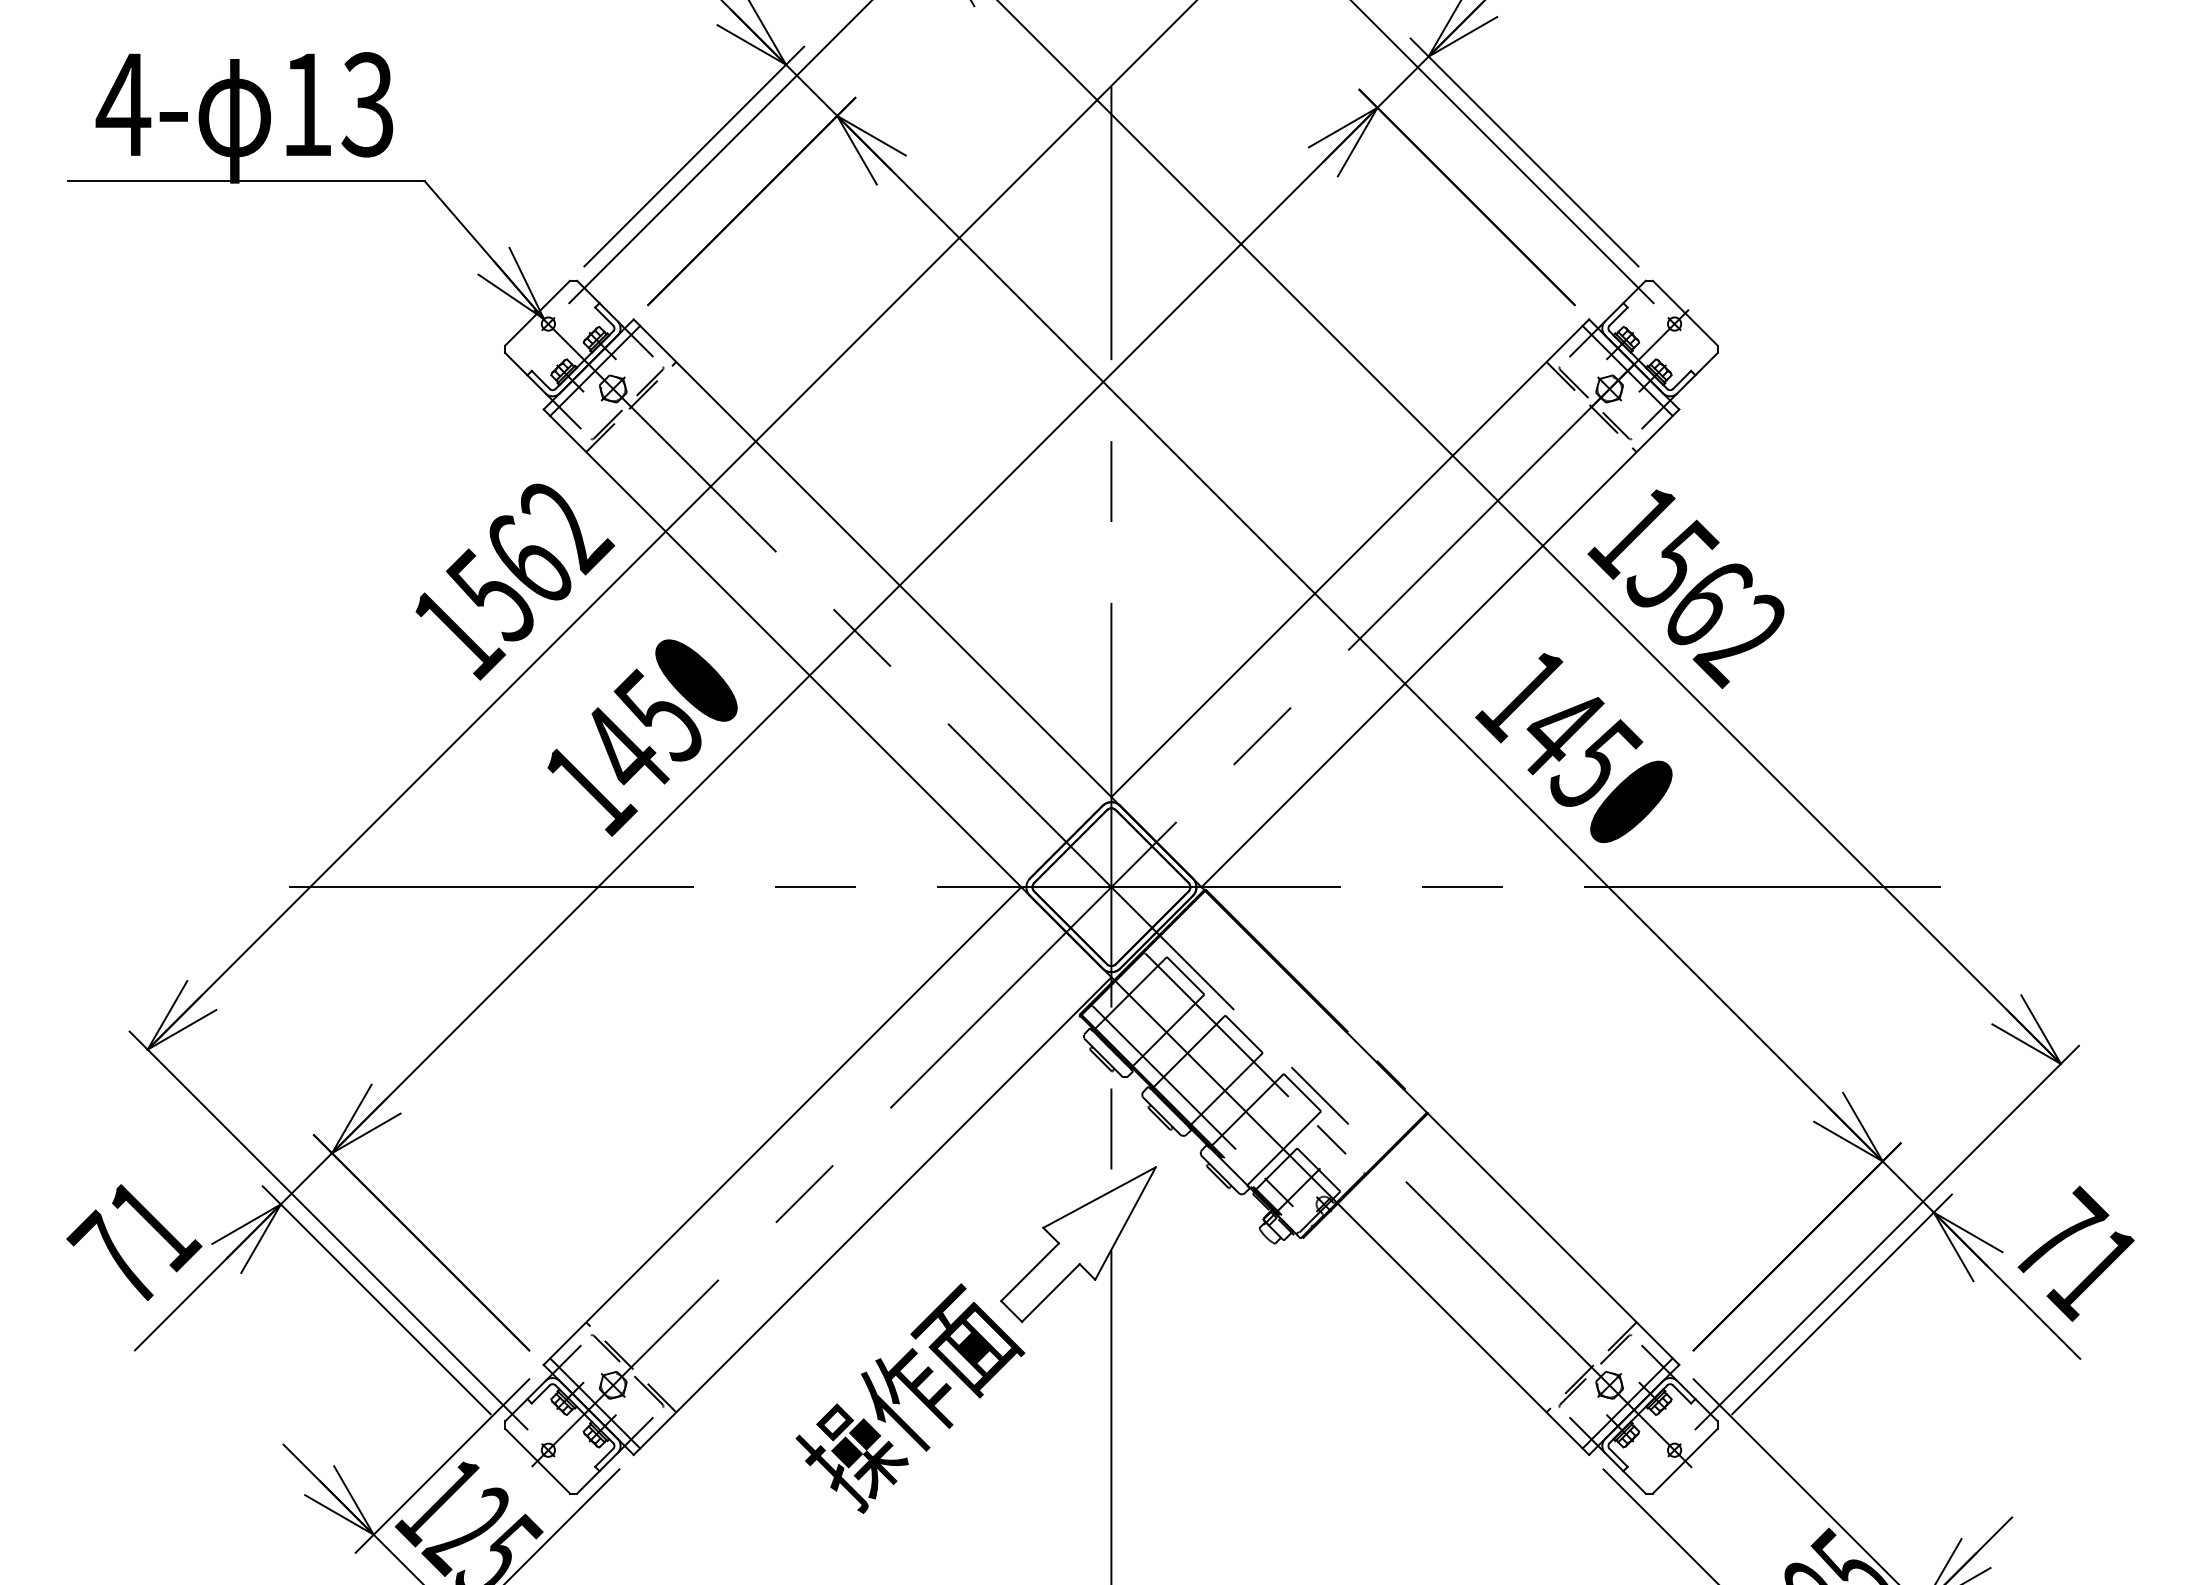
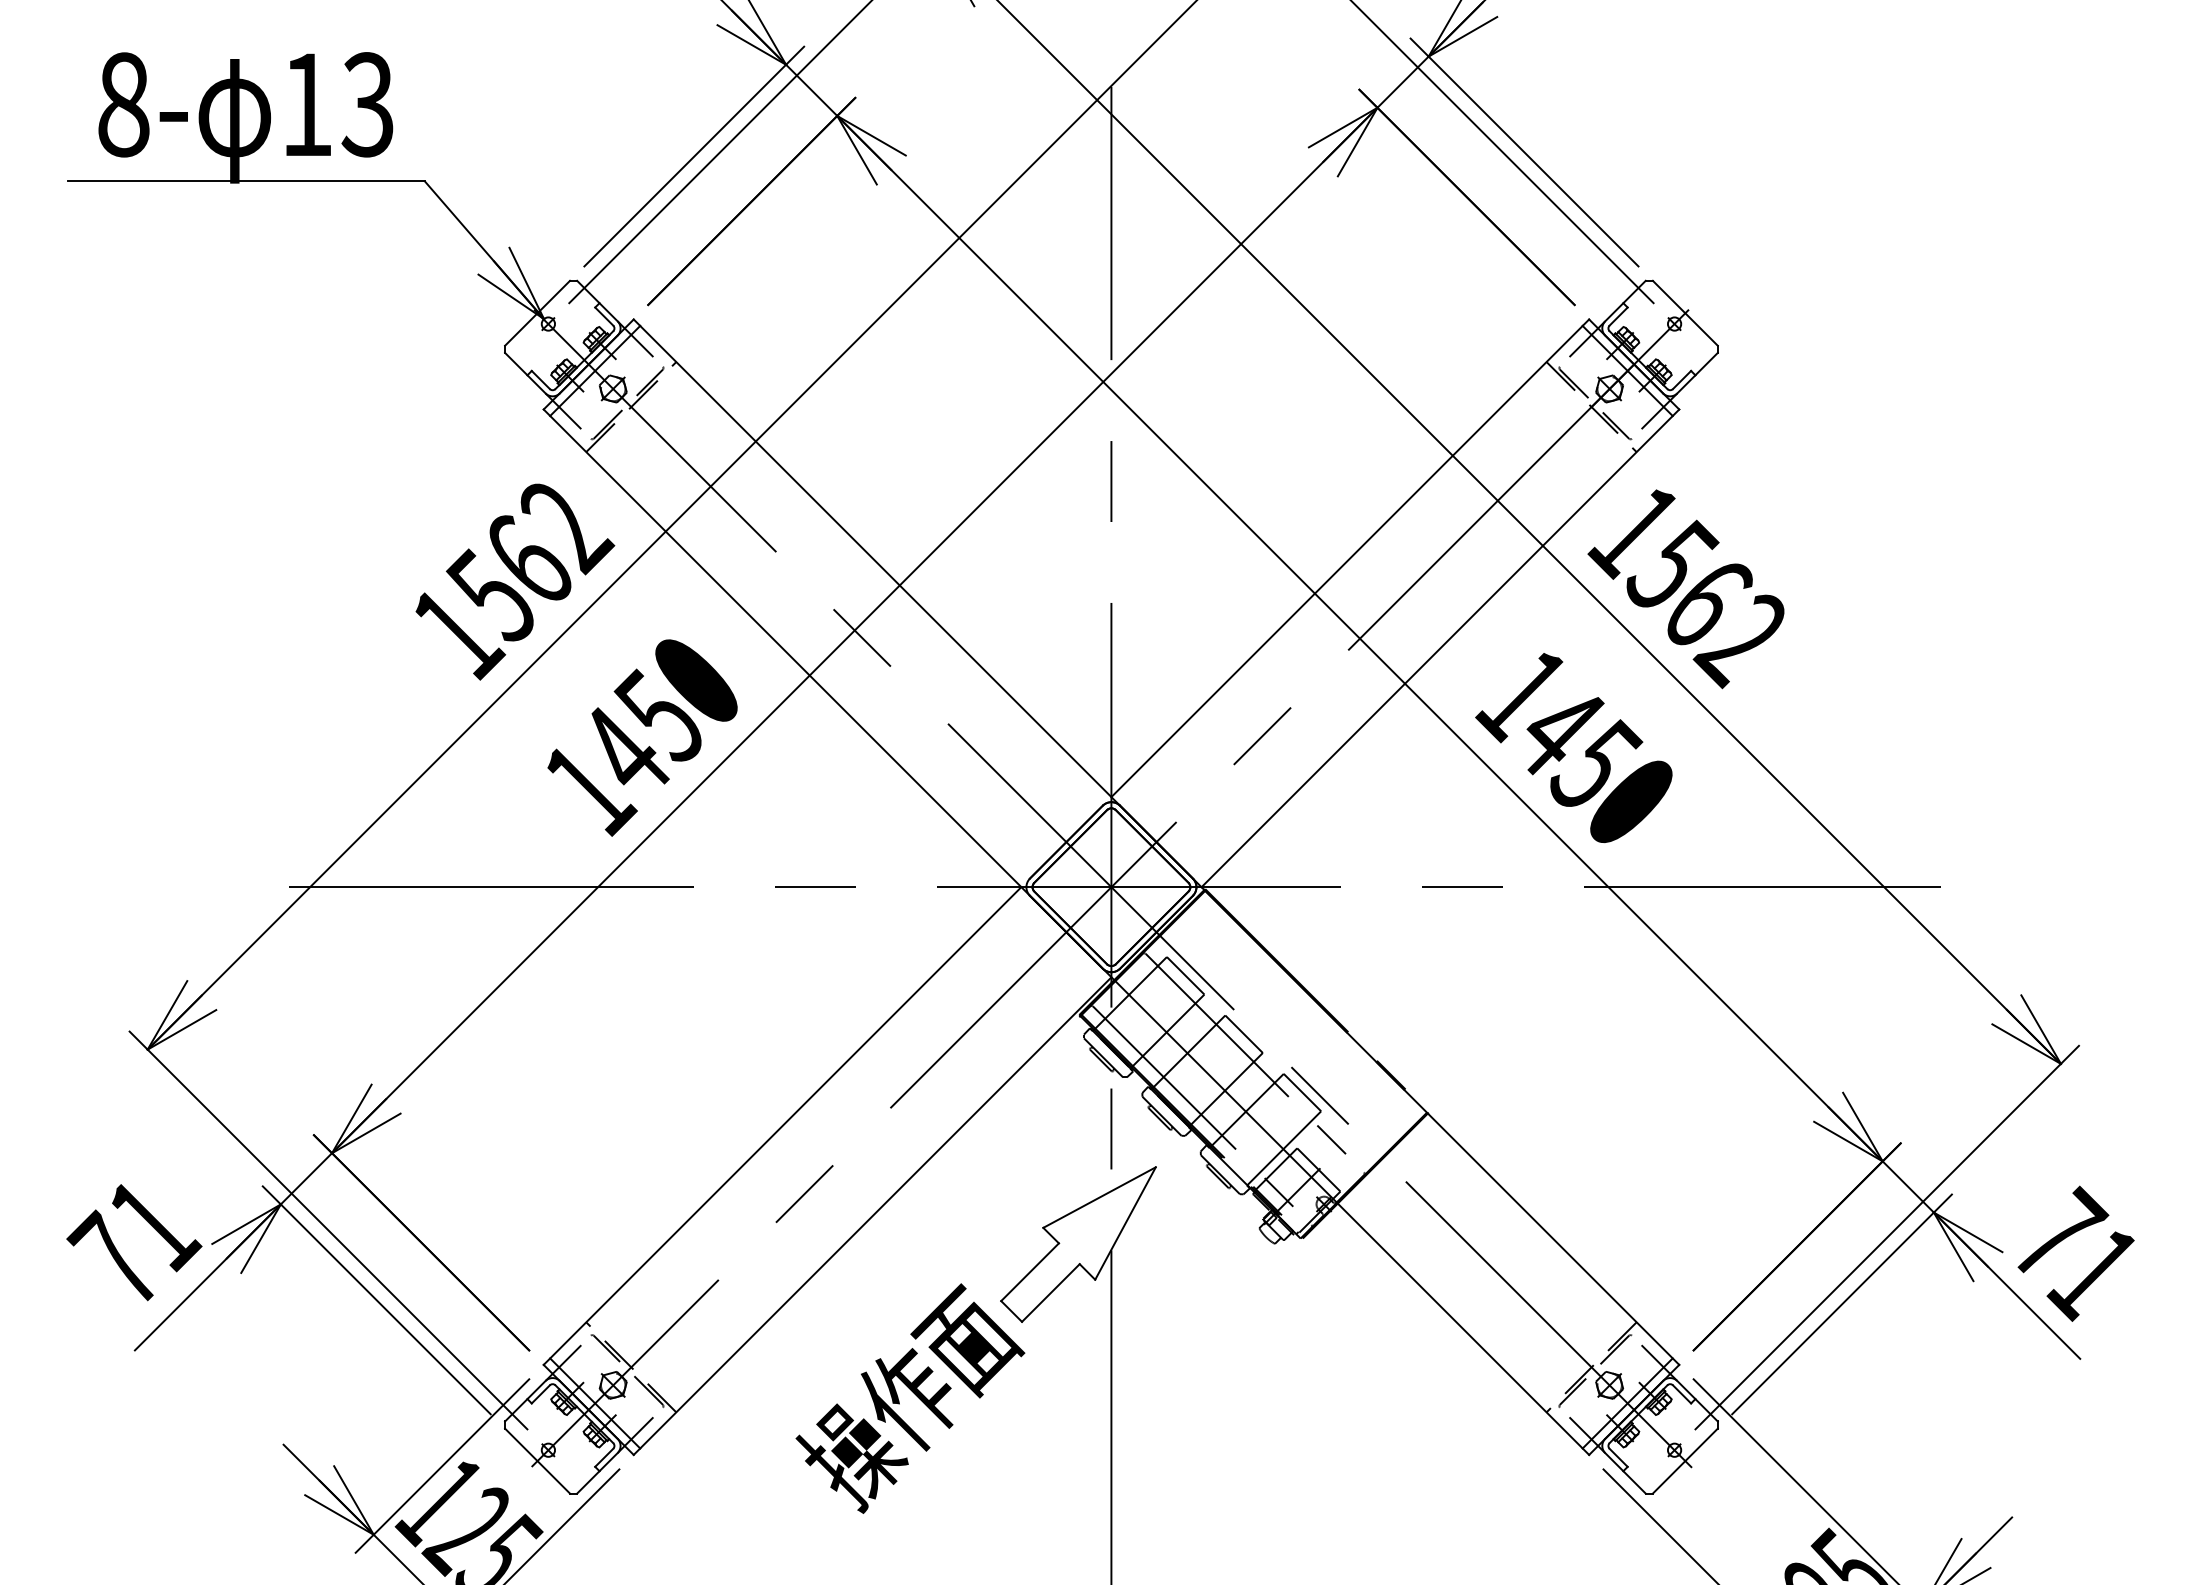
text at (123, 104): 4- -> 8-
